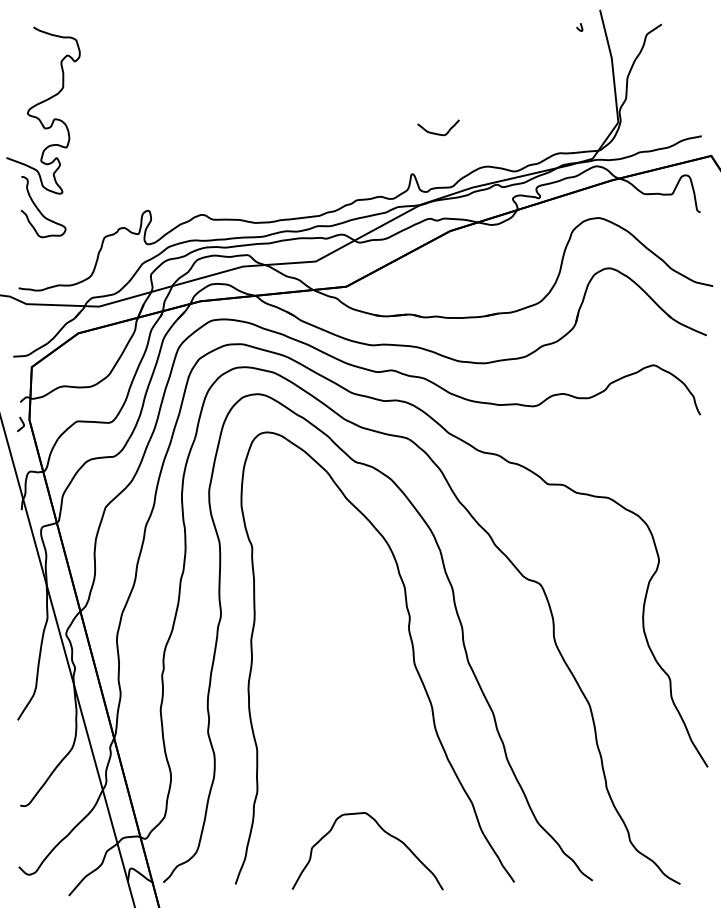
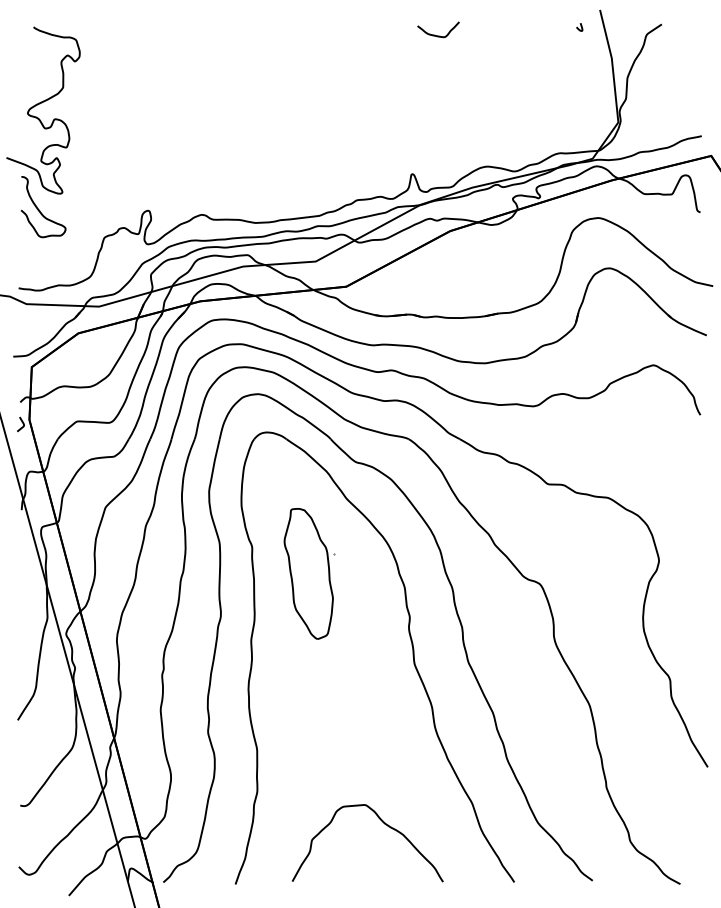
curve at (438, 133) position: (438, 133) -> (438, 35)
part at (309, 573): none -> present
curve at (384, 832) position: (384, 832) -> (384, 824)
